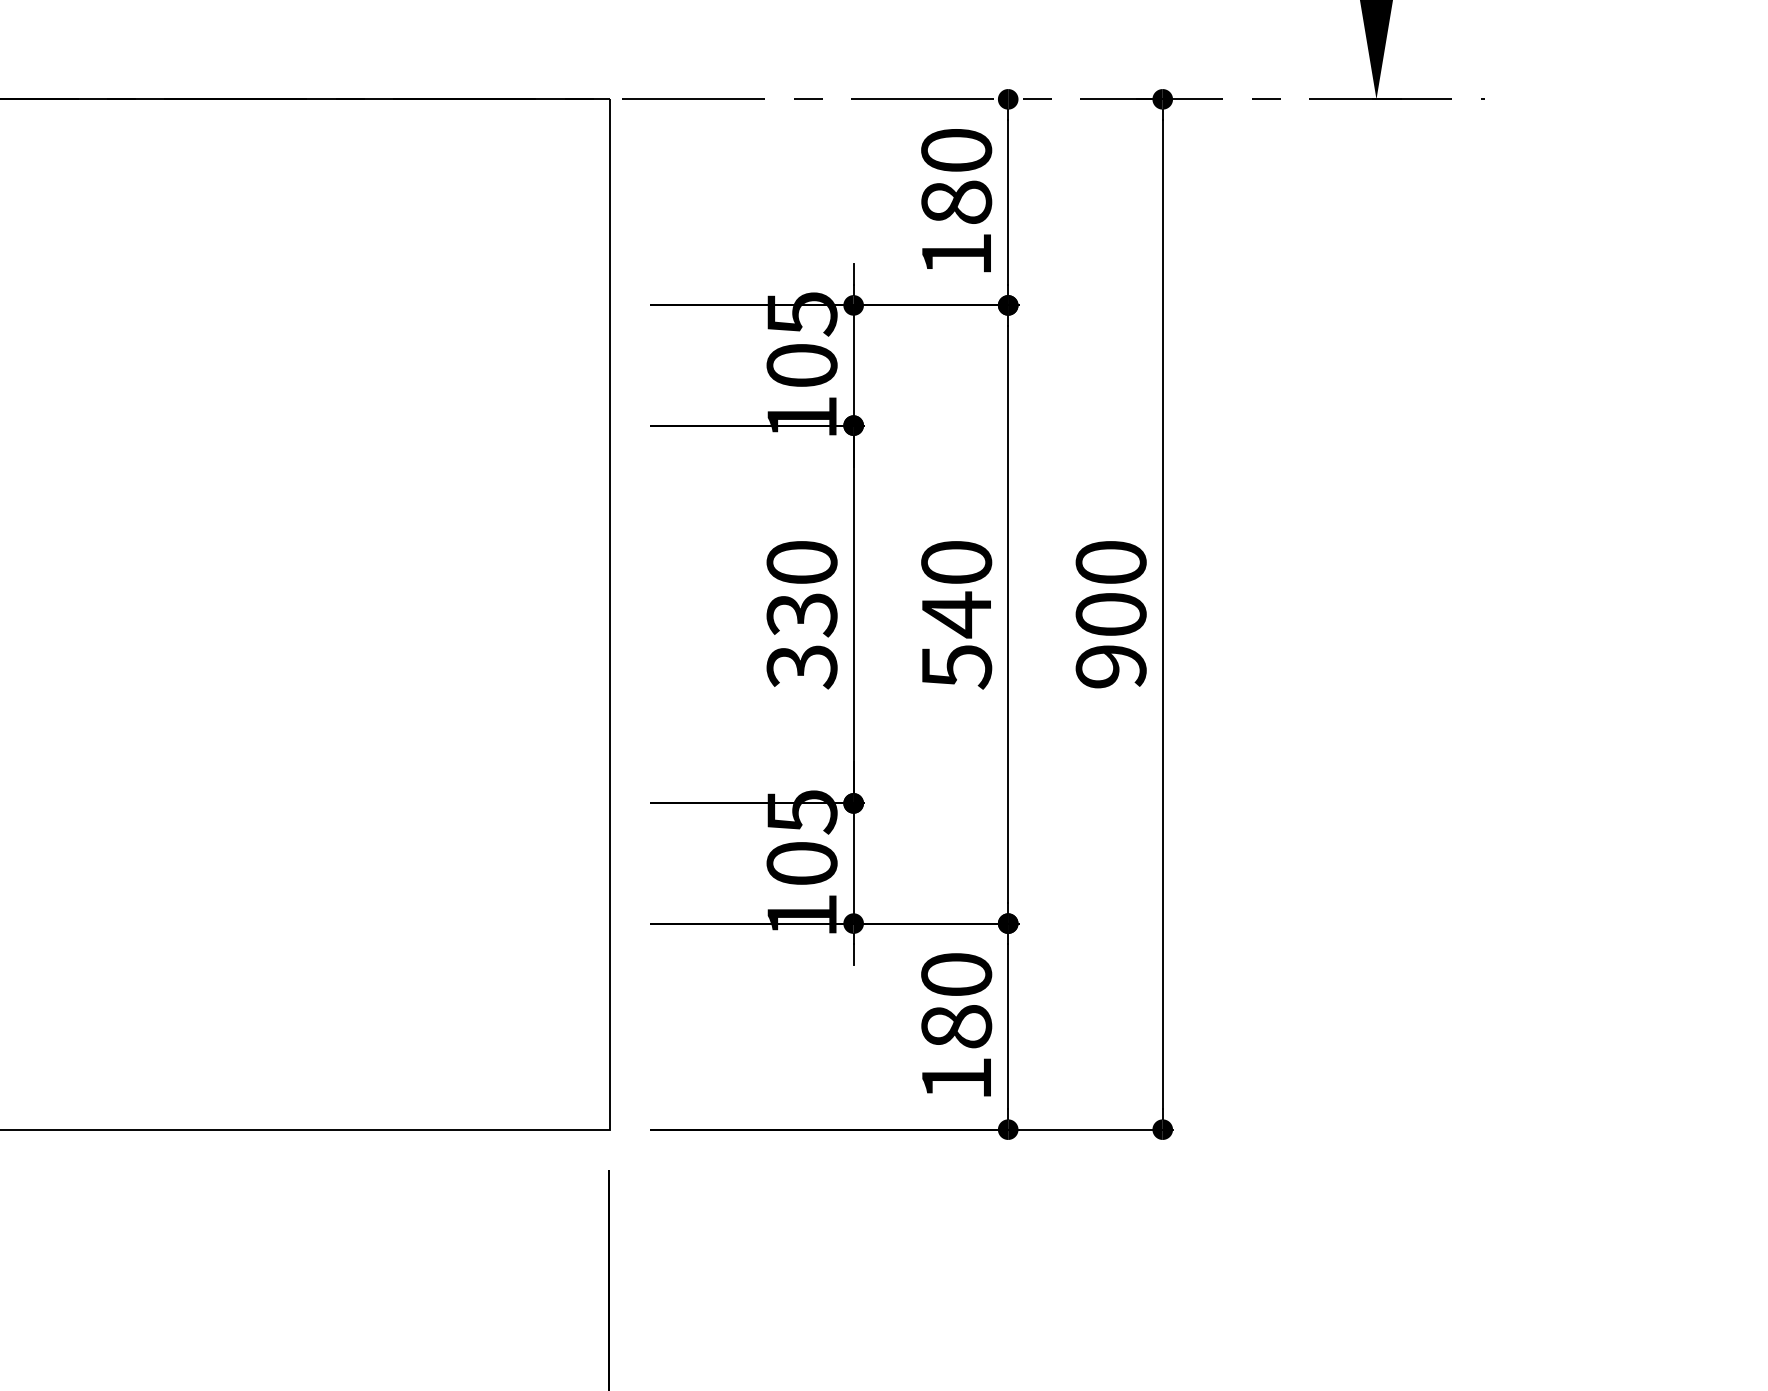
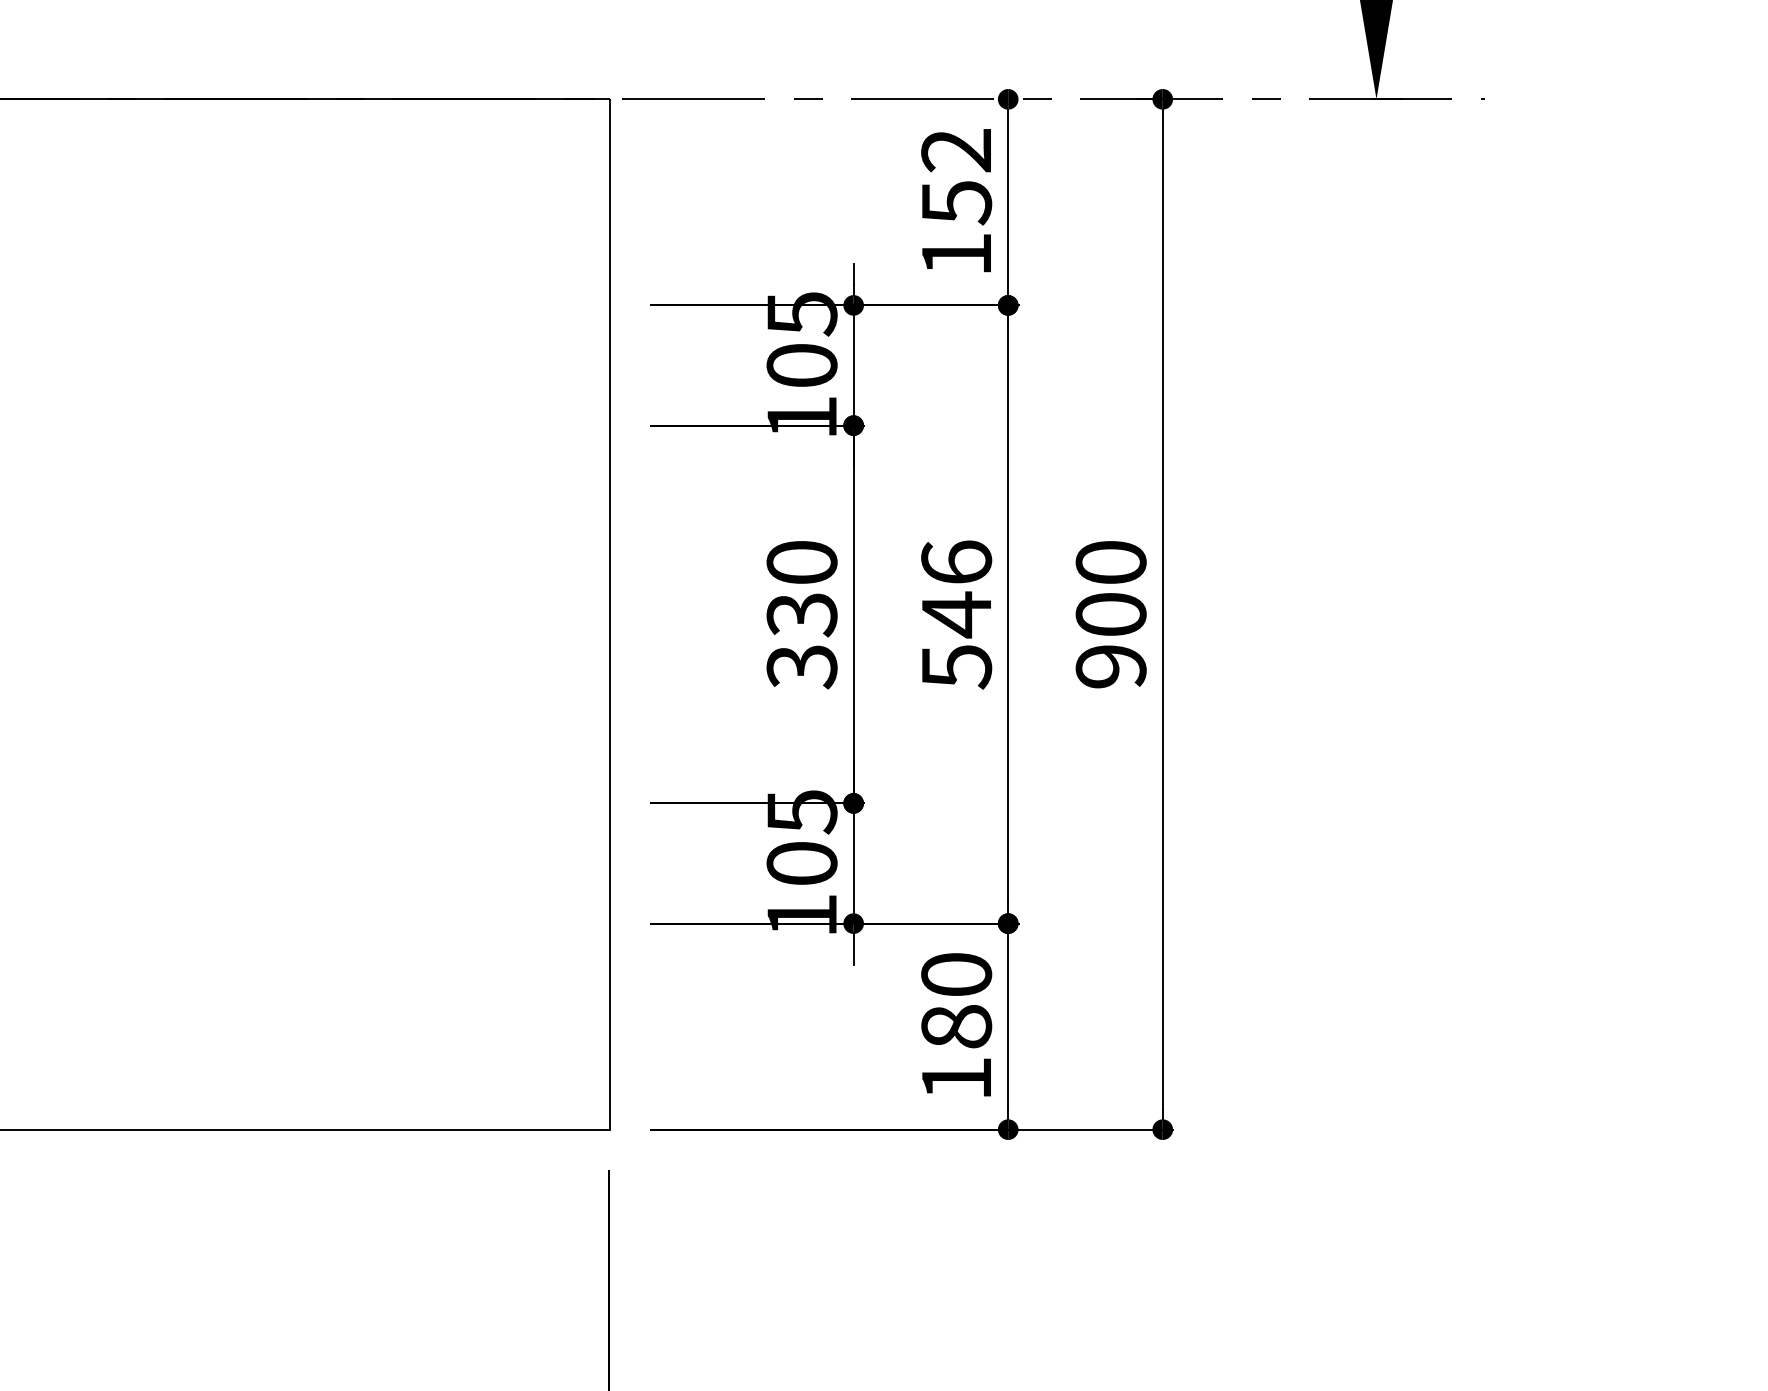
text at (956, 177): 180 -> 152
text at (956, 561): 540 -> 546
